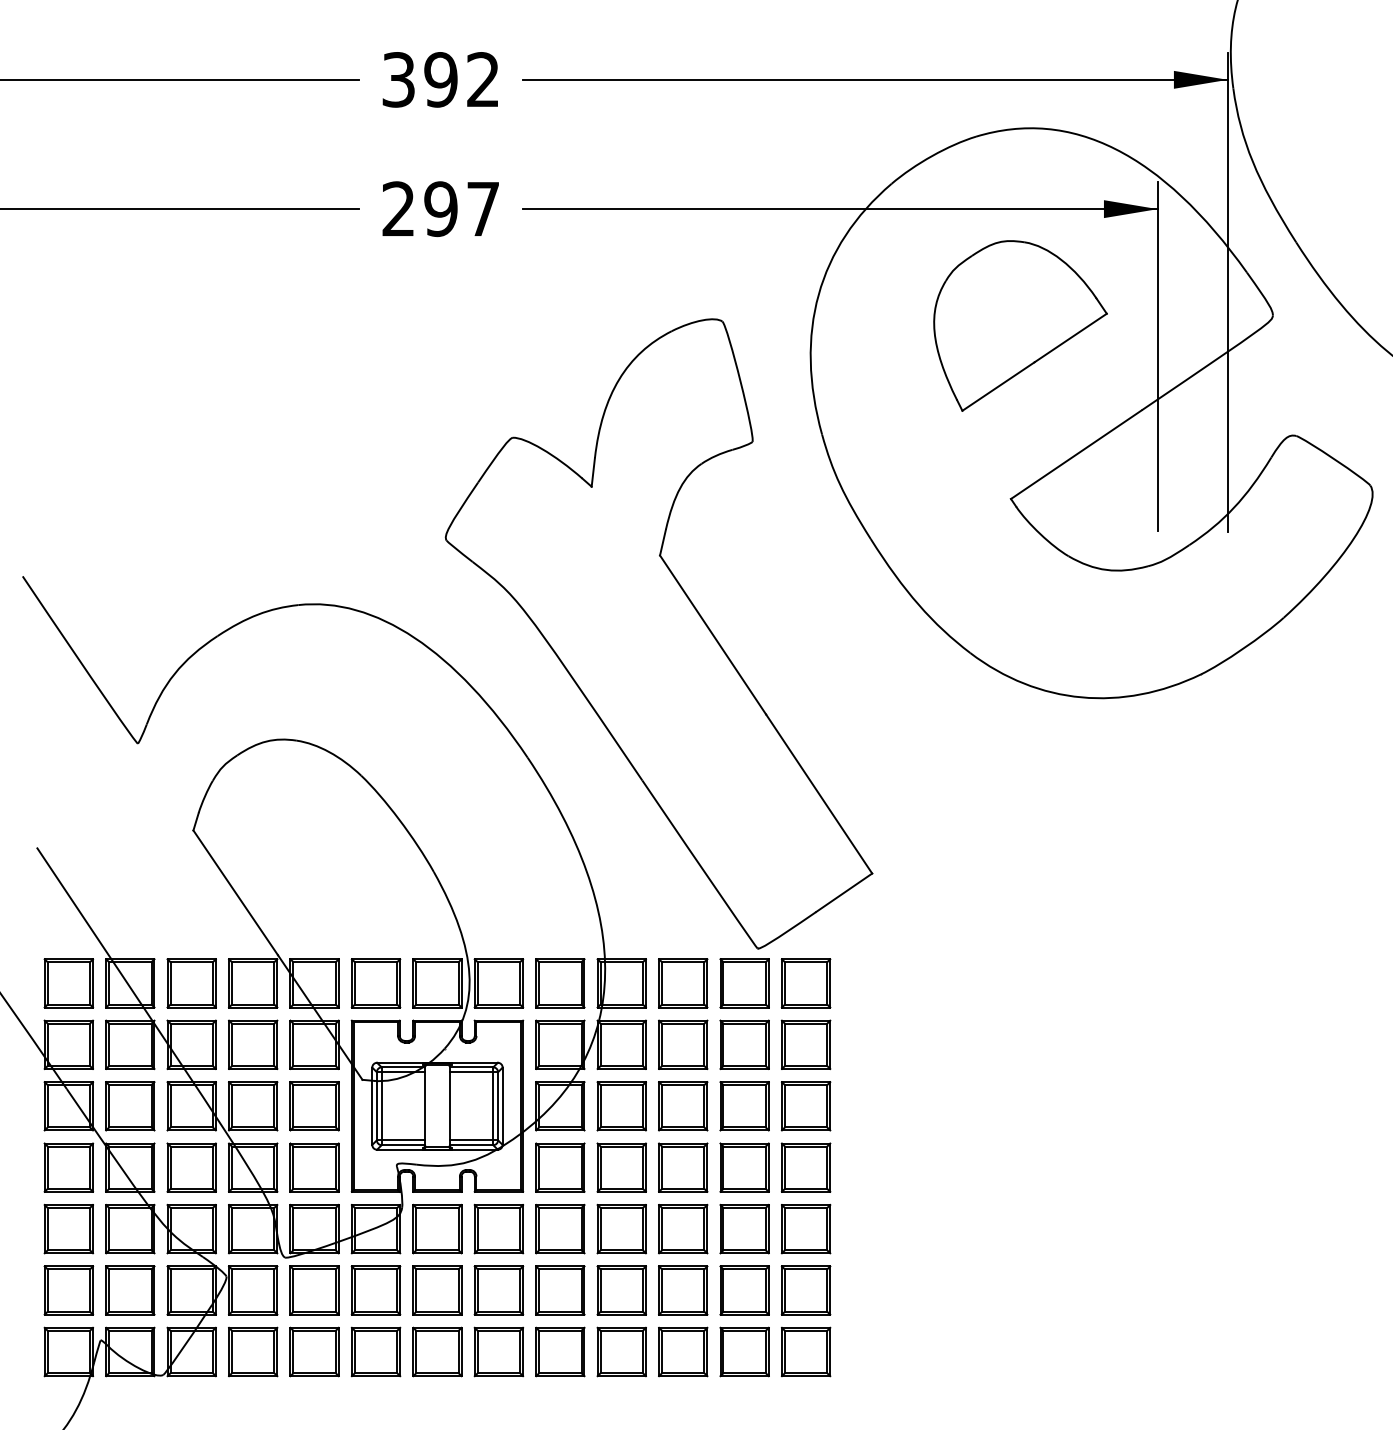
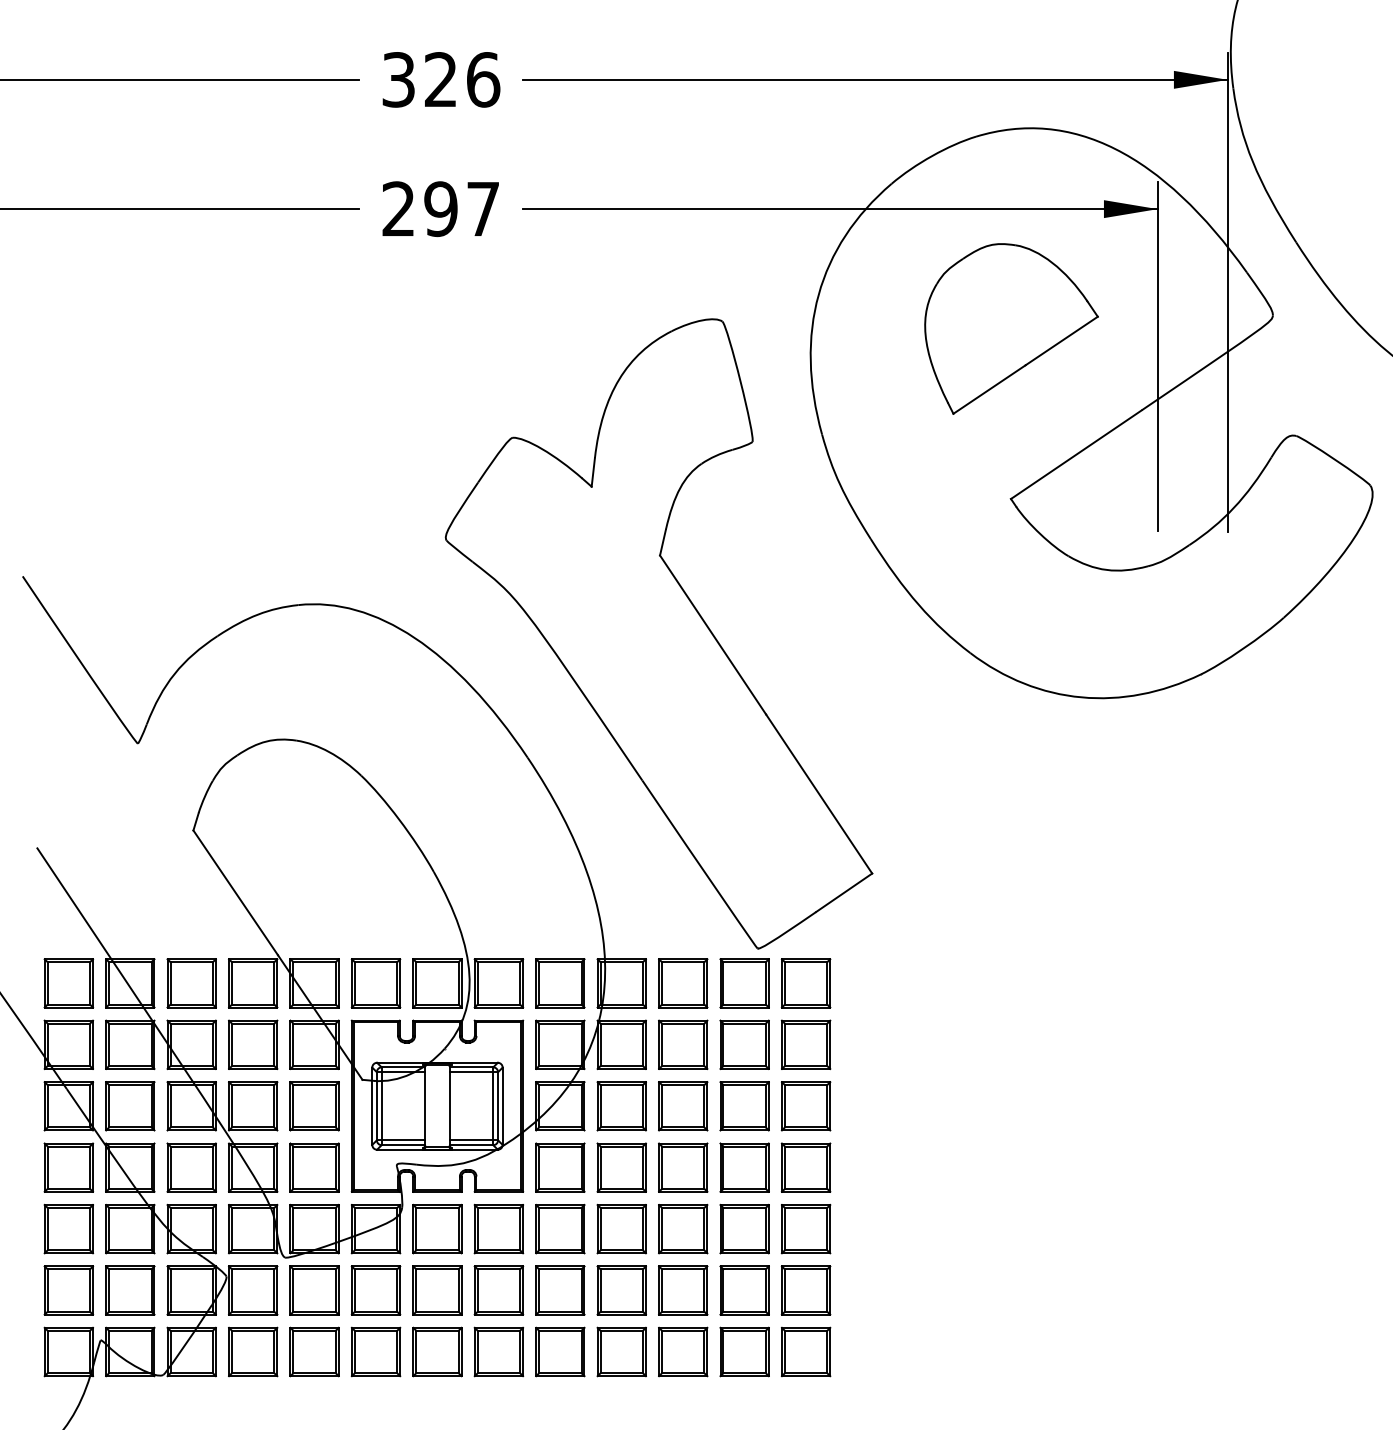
text at (462, 79): 392 -> 326
part at (1020, 325) position: (1020, 325) -> (1011, 328)
